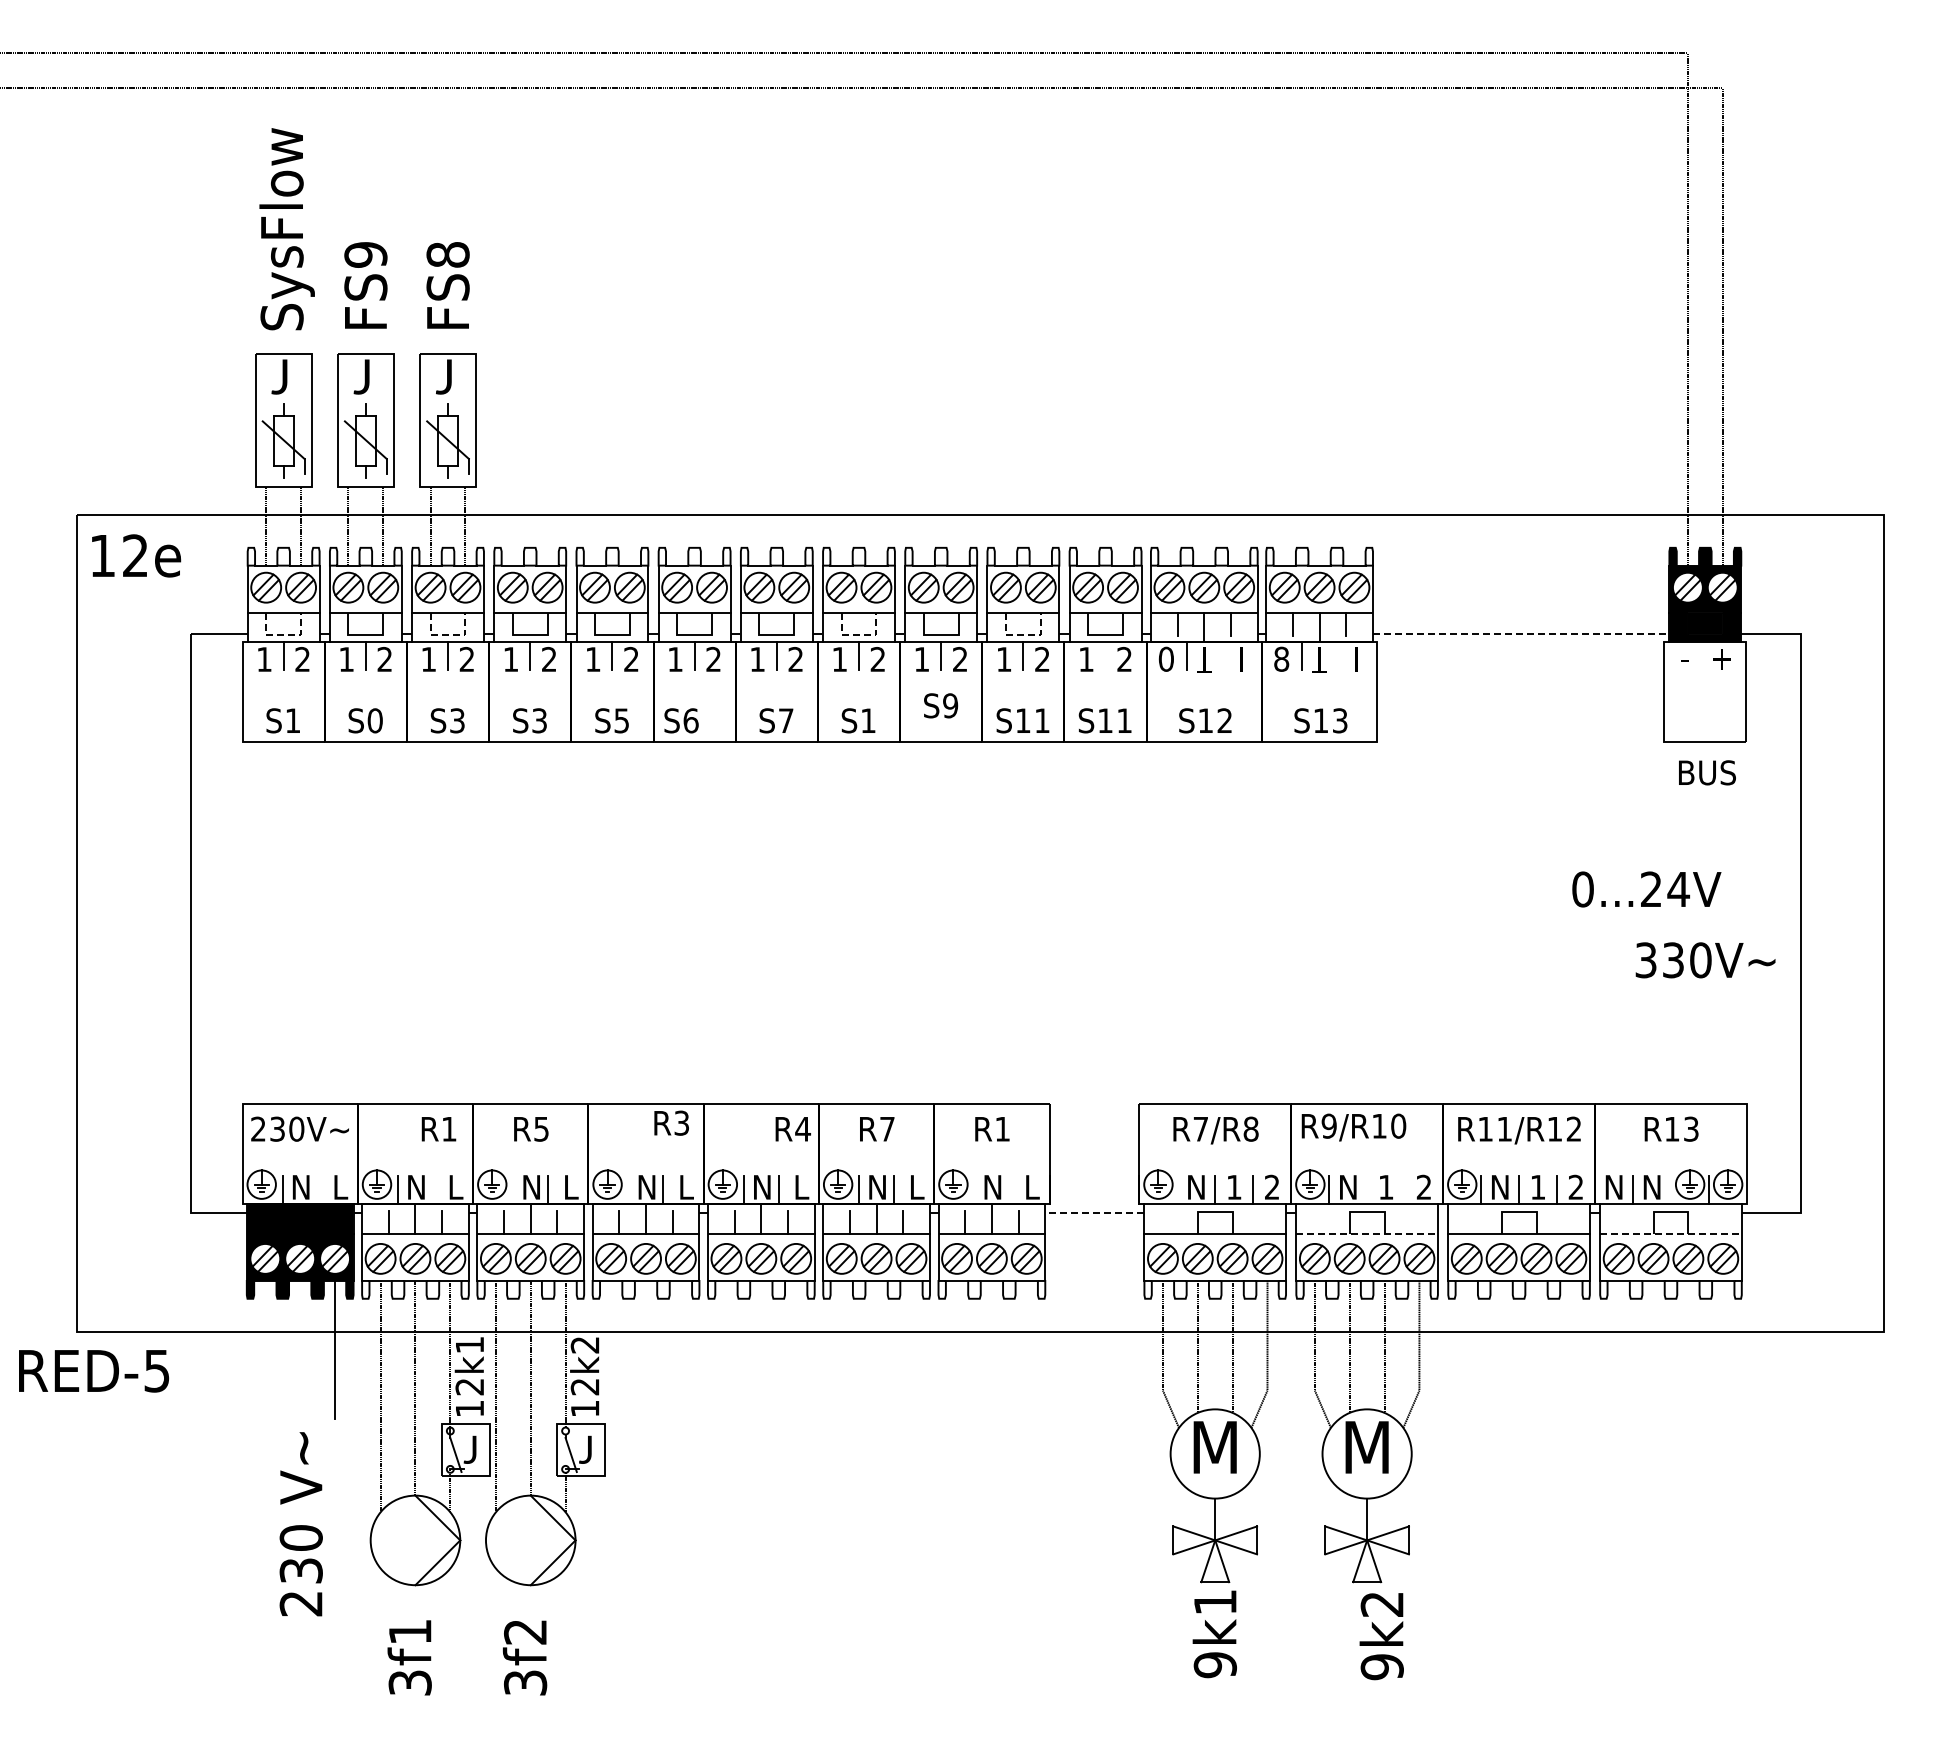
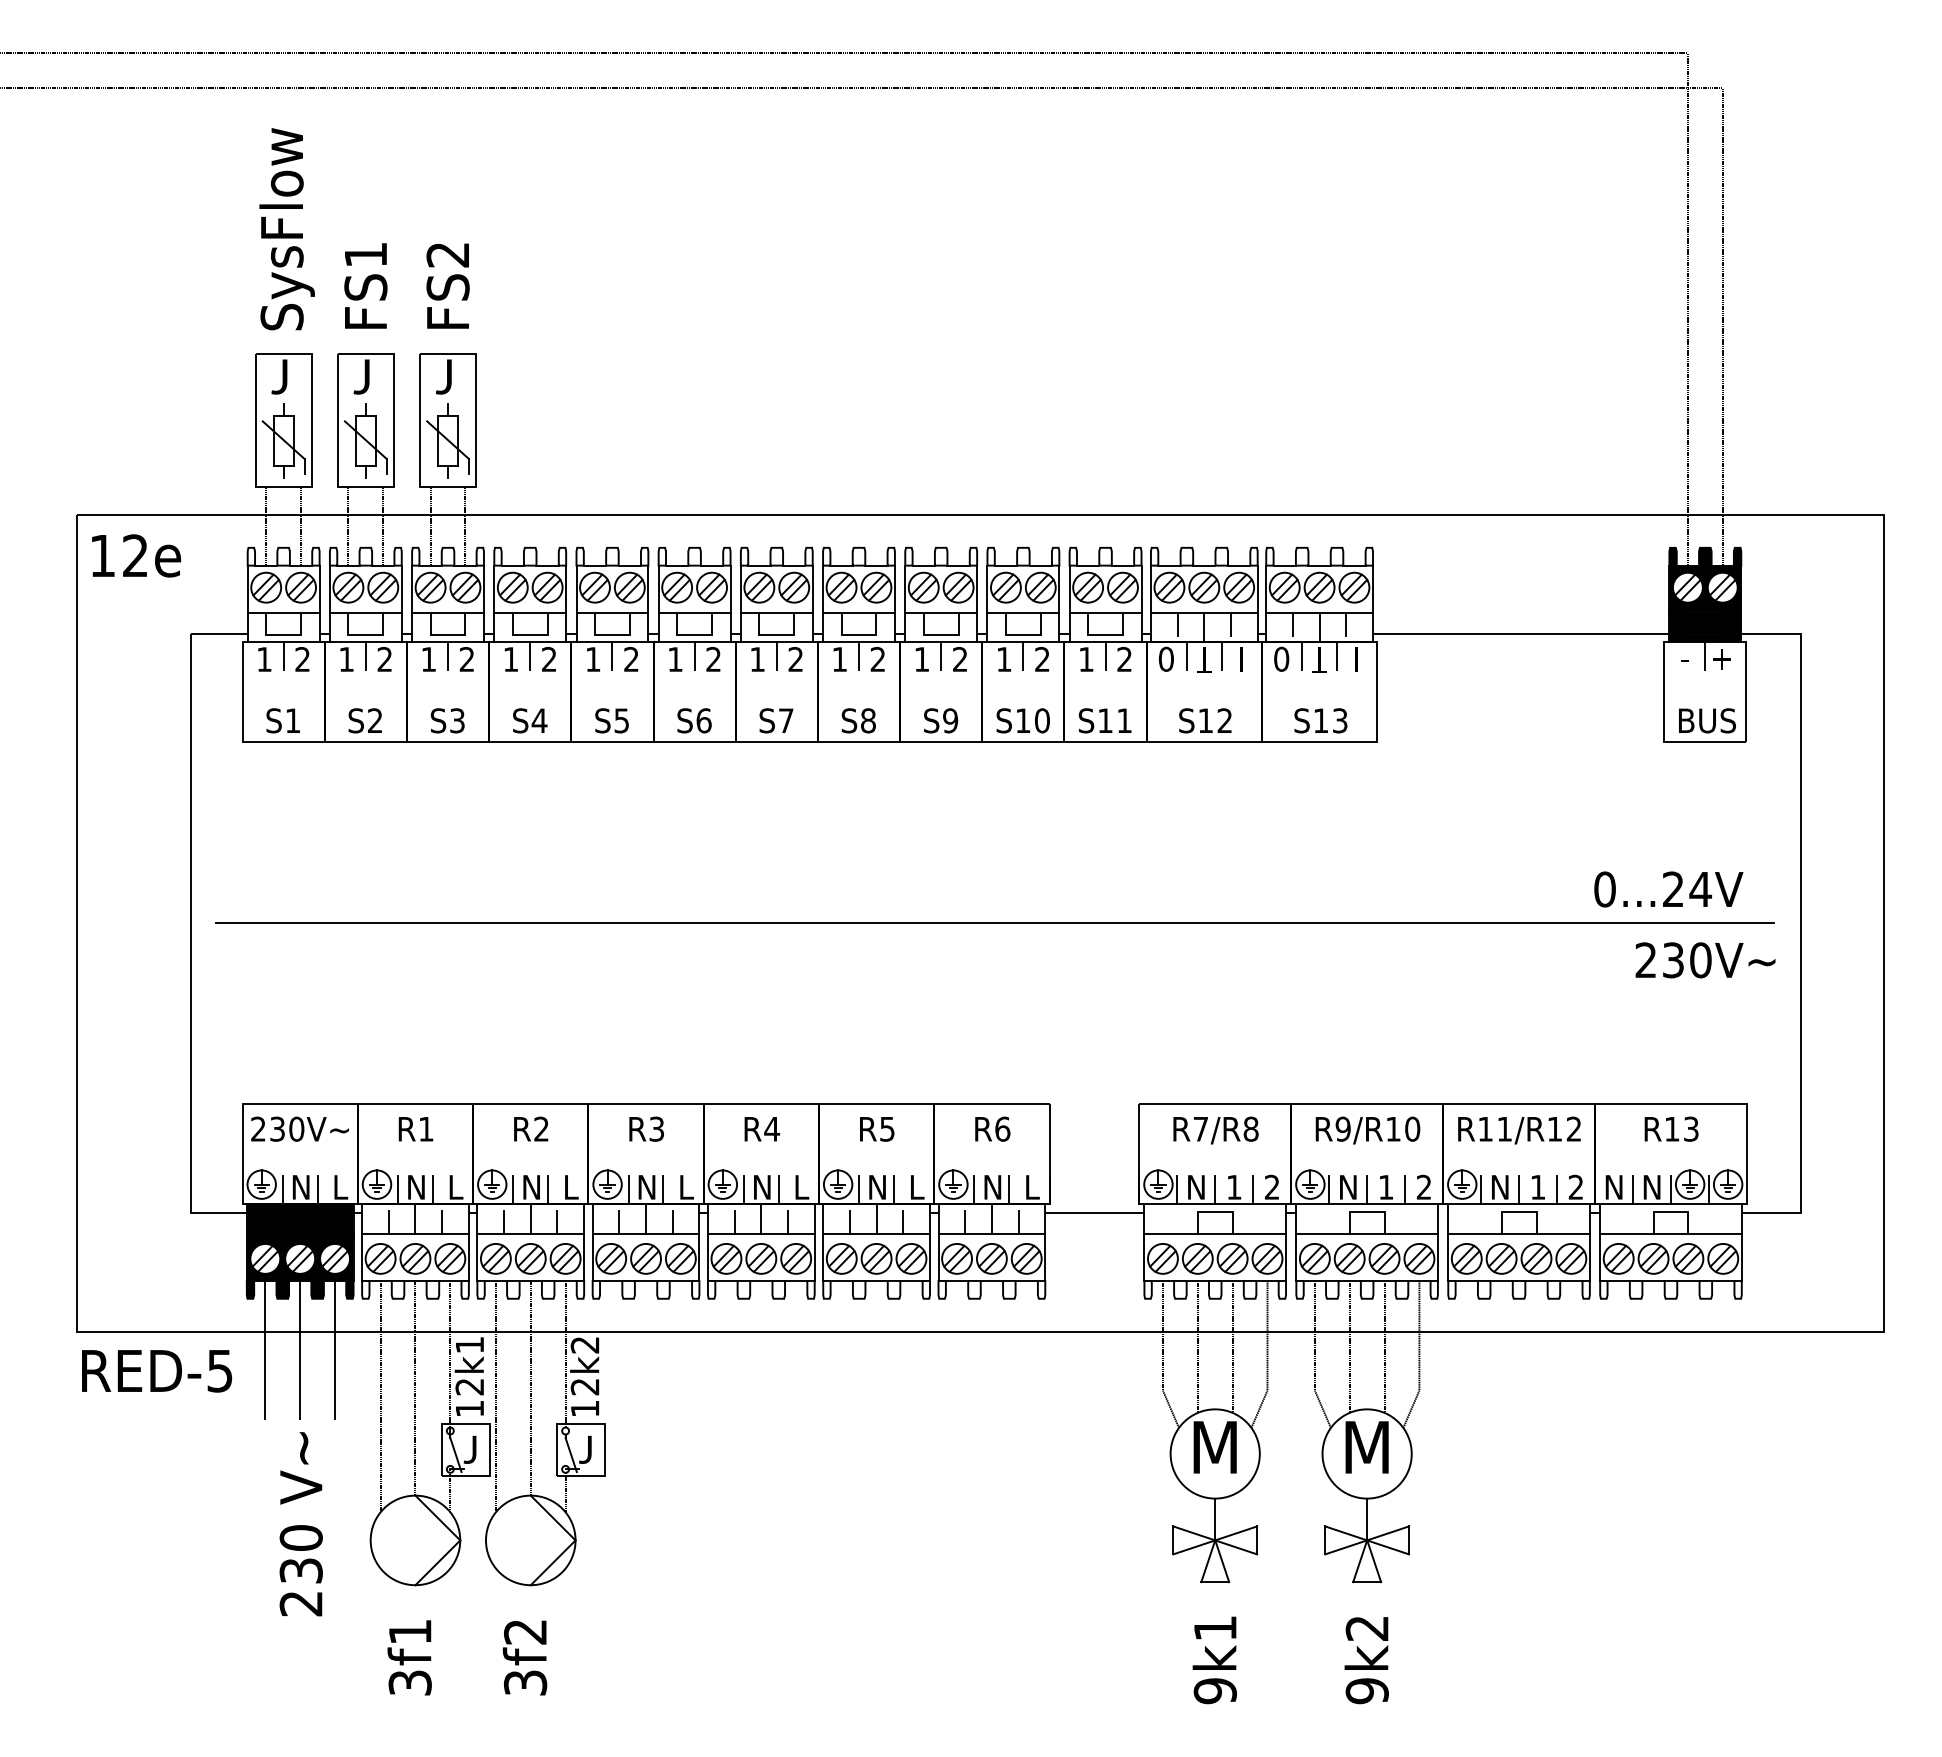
text at (365, 254): FS9 -> FS1
text at (447, 254): FS8 -> FS2
line at (1521, 633): dashed -> solid
line at (284, 634): dashed -> solid
line at (448, 634): dashed -> solid
line at (859, 634): dashed -> solid
line at (1023, 634): dashed -> solid
line at (1105, 656): none -> present
line at (1221, 656): none -> present
line at (1337, 656): none -> present
line at (1705, 656): none -> present
text at (1281, 659): 8 -> 0
text at (941, 705) position: (941, 705) -> (941, 720)
text at (374, 720): S0 -> S2
text at (539, 720): S3 -> S4
text at (681, 720) position: (681, 720) -> (694, 720)
text at (868, 720): S1 -> S8
text at (1041, 720): S11 -> S10
text at (1707, 772) position: (1707, 772) -> (1707, 720)
text at (1646, 889) position: (1646, 889) -> (1668, 889)
line at (994, 923): none -> present
text at (1645, 960): 330V~ -> 230V~
text at (671, 1122) position: (671, 1122) -> (646, 1128)
text at (1353, 1127) position: (1353, 1127) -> (1367, 1130)
text at (541, 1128): R5 -> R2
text at (1002, 1128): R1 -> R6
text at (438, 1129) position: (438, 1129) -> (415, 1129)
text at (792, 1129) position: (792, 1129) -> (761, 1129)
text at (887, 1129): R7 -> R5
line at (317, 1190): none -> present
line at (432, 1190): none -> present
line at (513, 1190): none -> present
line at (628, 1190): none -> present
line at (974, 1190): none -> present
line at (1009, 1190): none -> present
line at (1177, 1190): none -> present
line at (1367, 1190): none -> present
line at (1405, 1190): none -> present
line at (1670, 1190): none -> present
line at (1094, 1212): dashed -> solid
line at (1367, 1234): dashed -> solid
line at (1670, 1234): dashed -> solid
line at (265, 1349): none -> present
line at (300, 1349): none -> present
text at (94, 1371) position: (94, 1371) -> (157, 1371)
text at (1214, 1634) position: (1214, 1634) -> (1214, 1660)
text at (1381, 1636) position: (1381, 1636) -> (1366, 1660)
